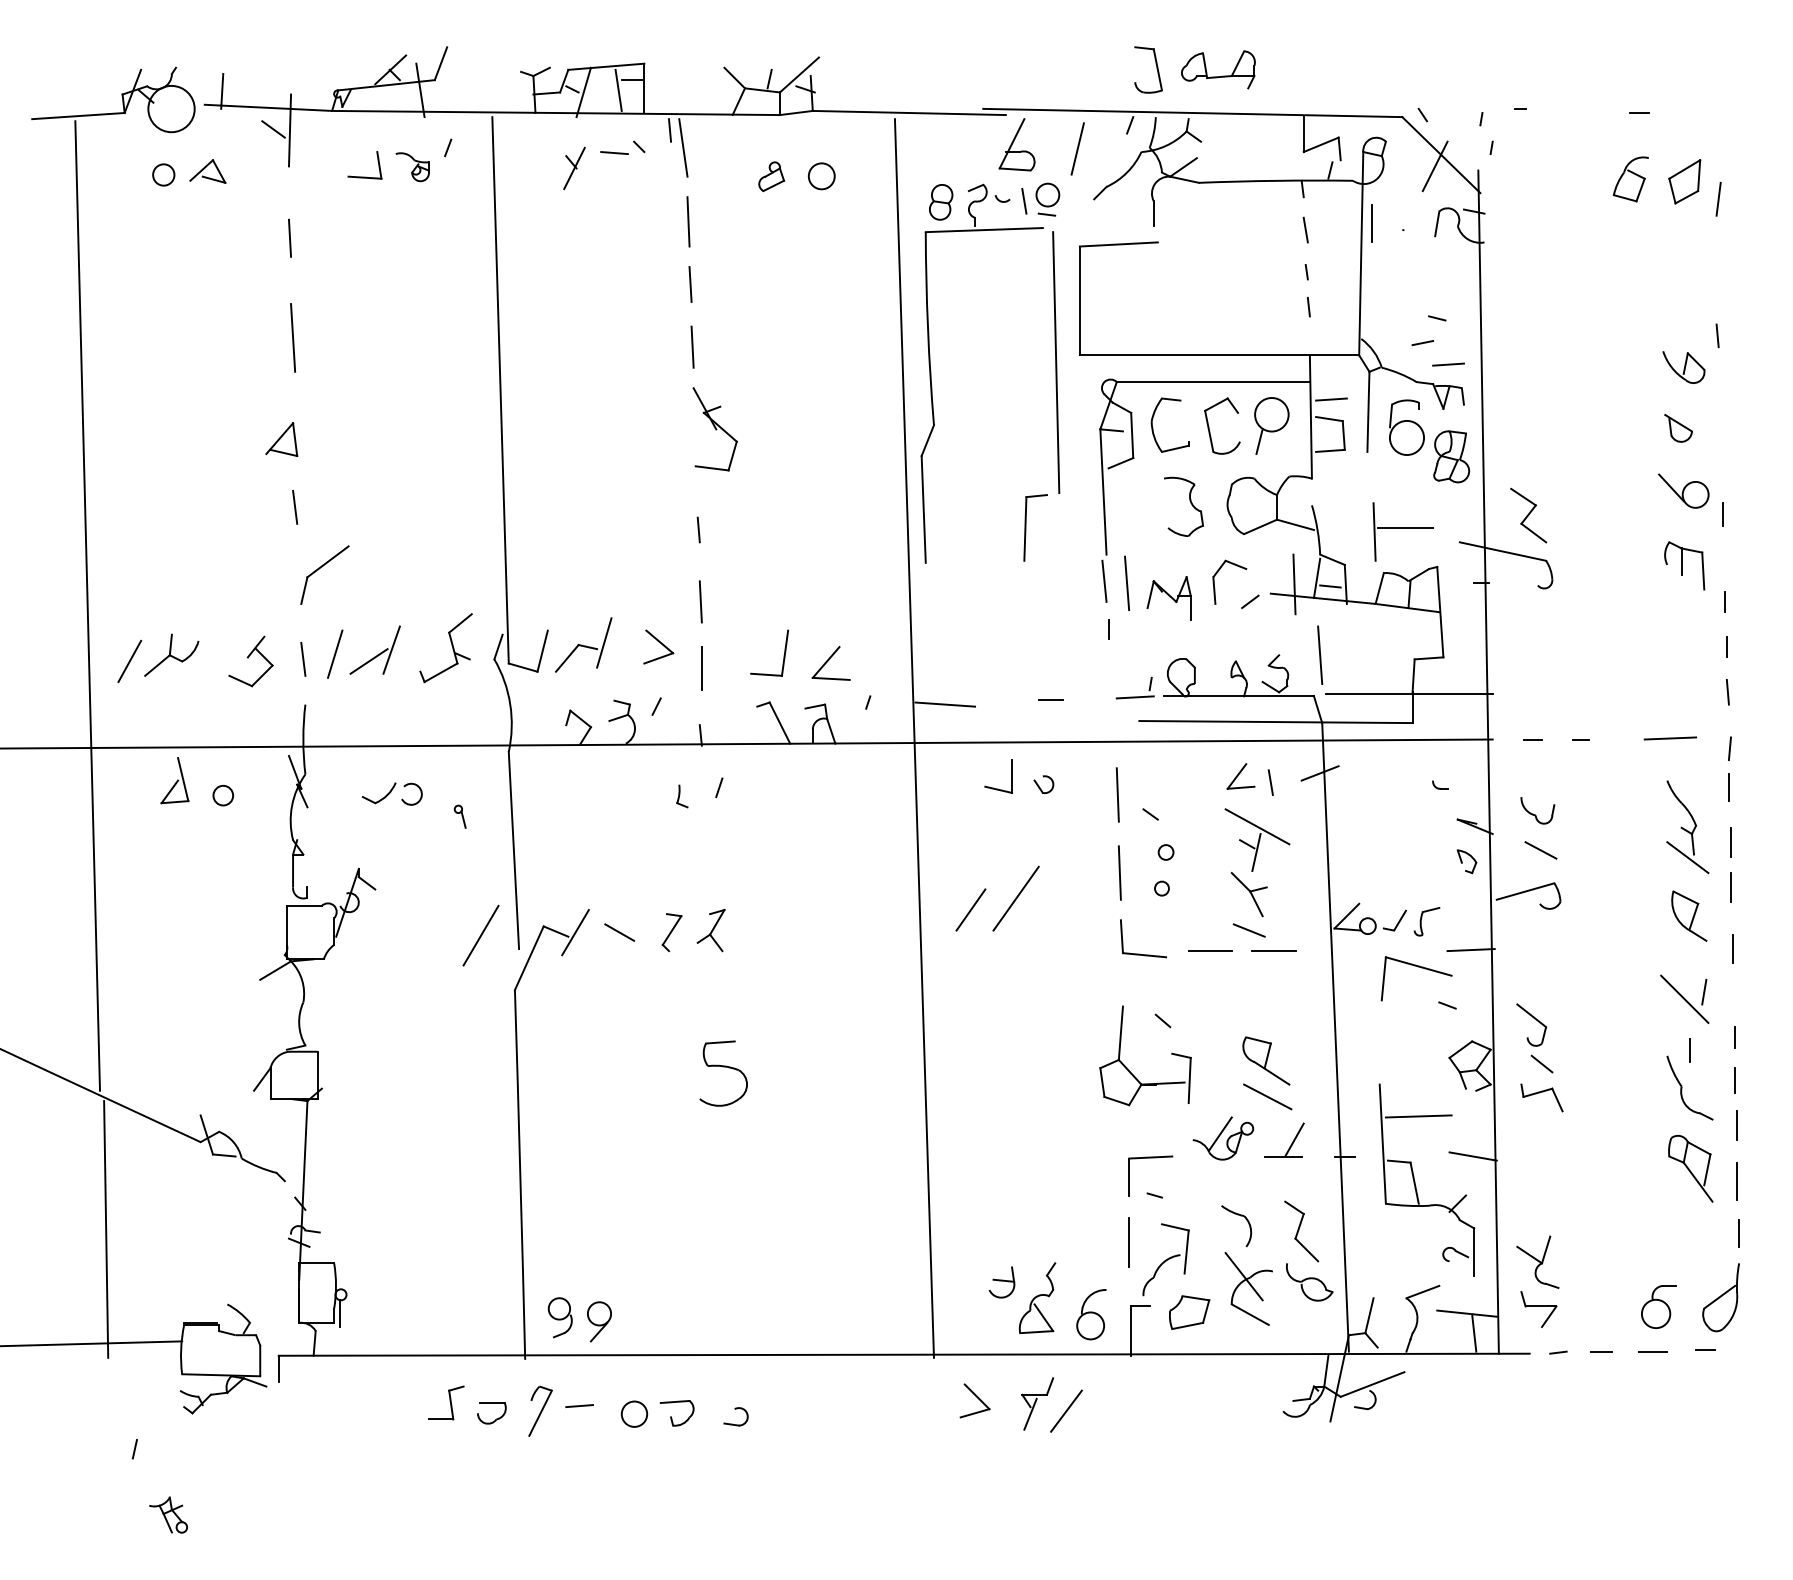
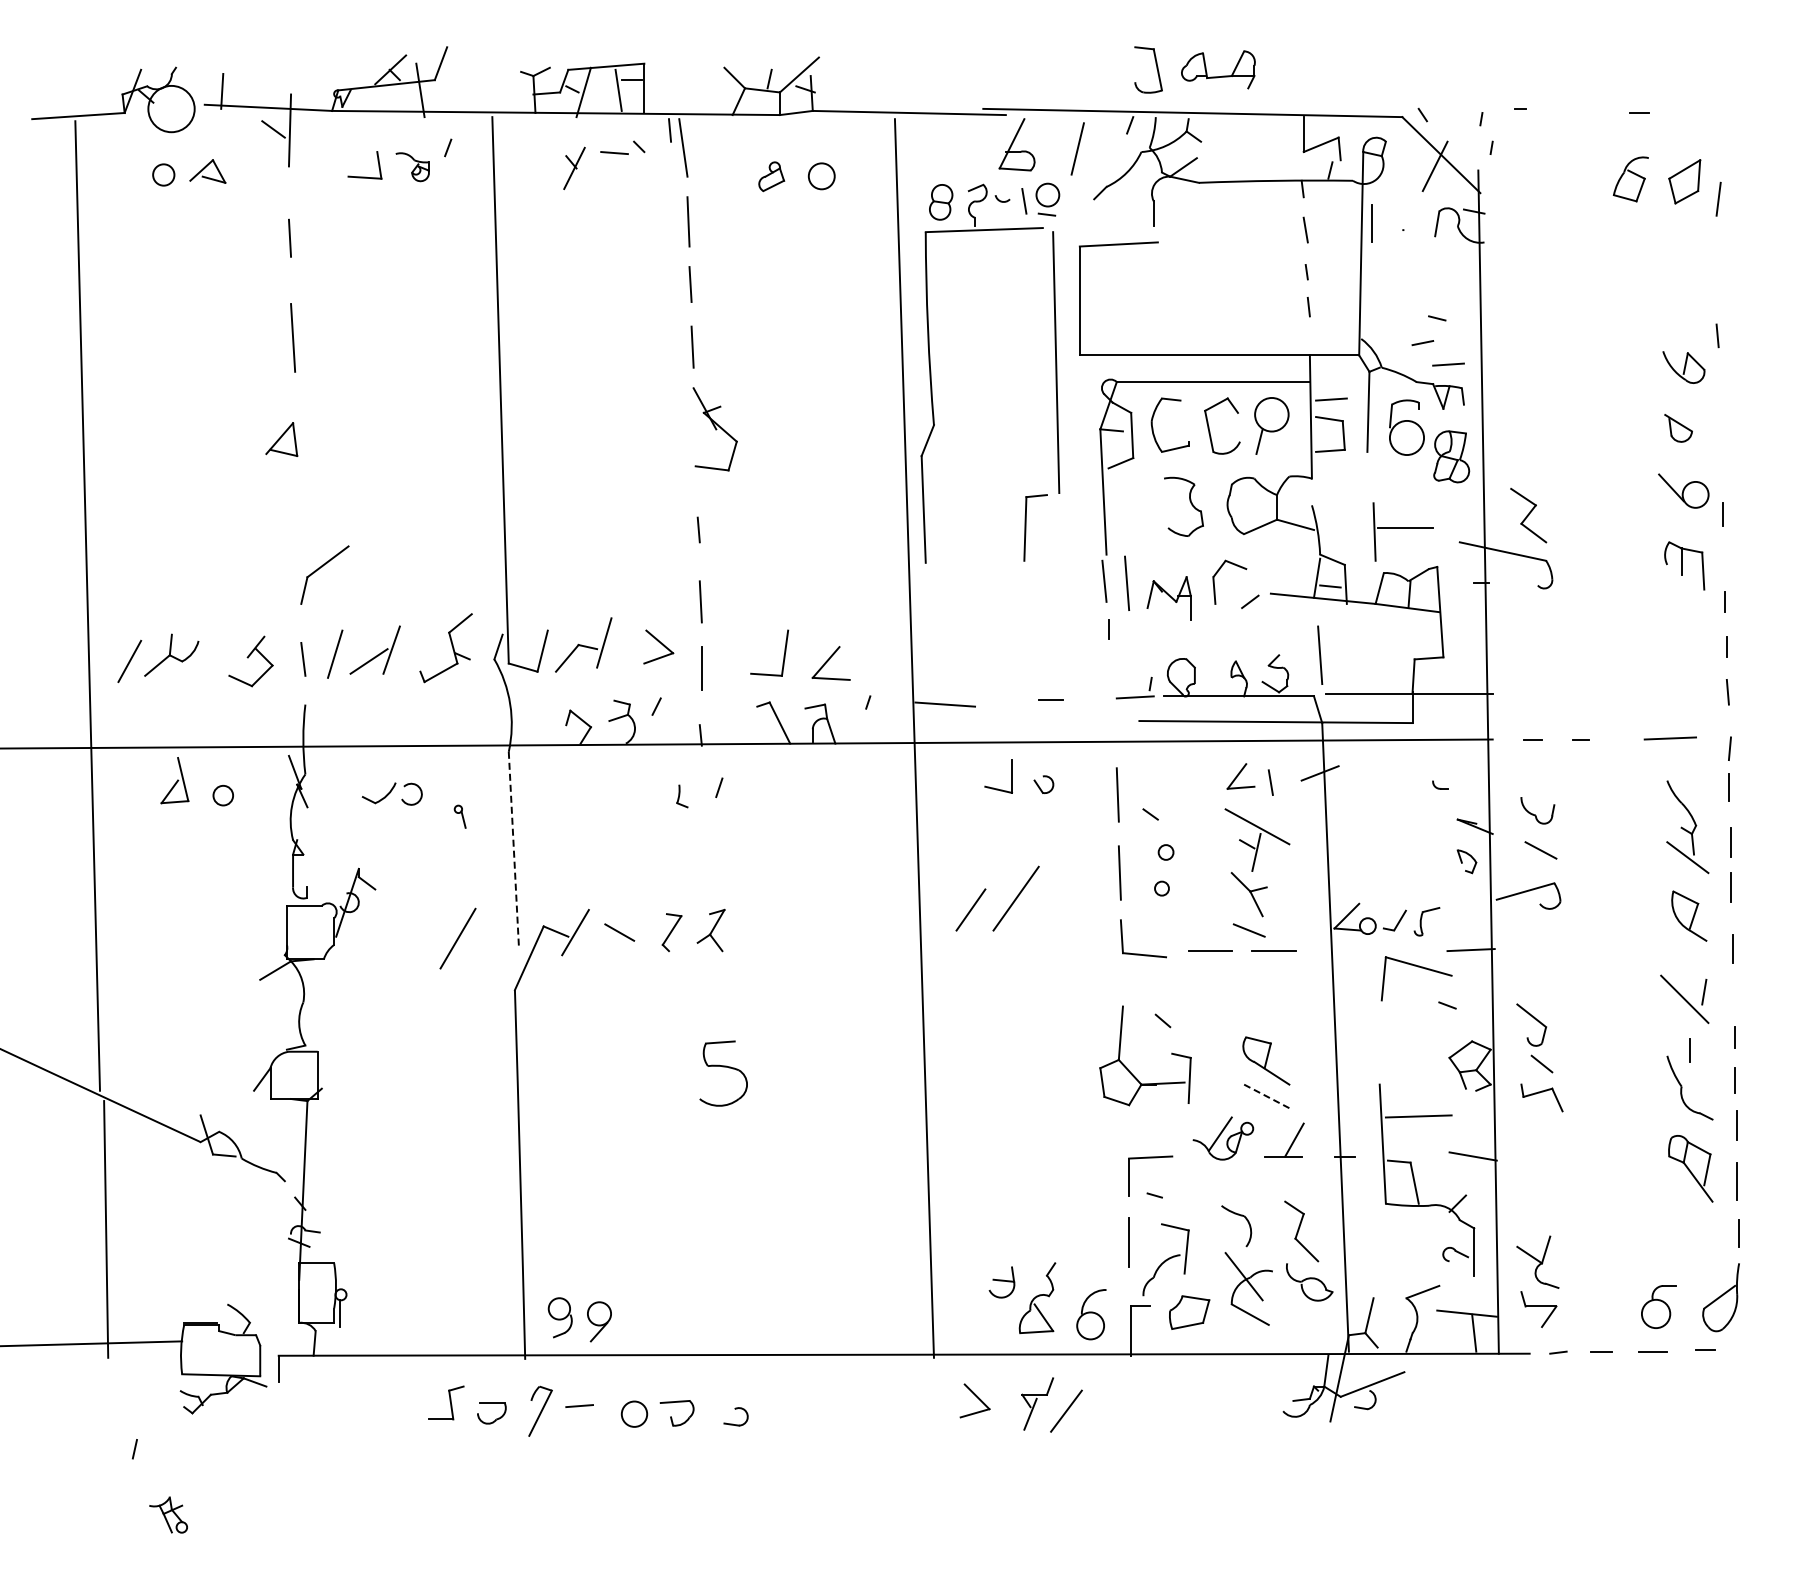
line at (295, 506): present -> none
line at (1294, 584): present -> none
line at (513, 850): solid -> dashed
line at (480, 935) position: (480, 935) -> (457, 938)
line at (1267, 1096): solid -> dashed
